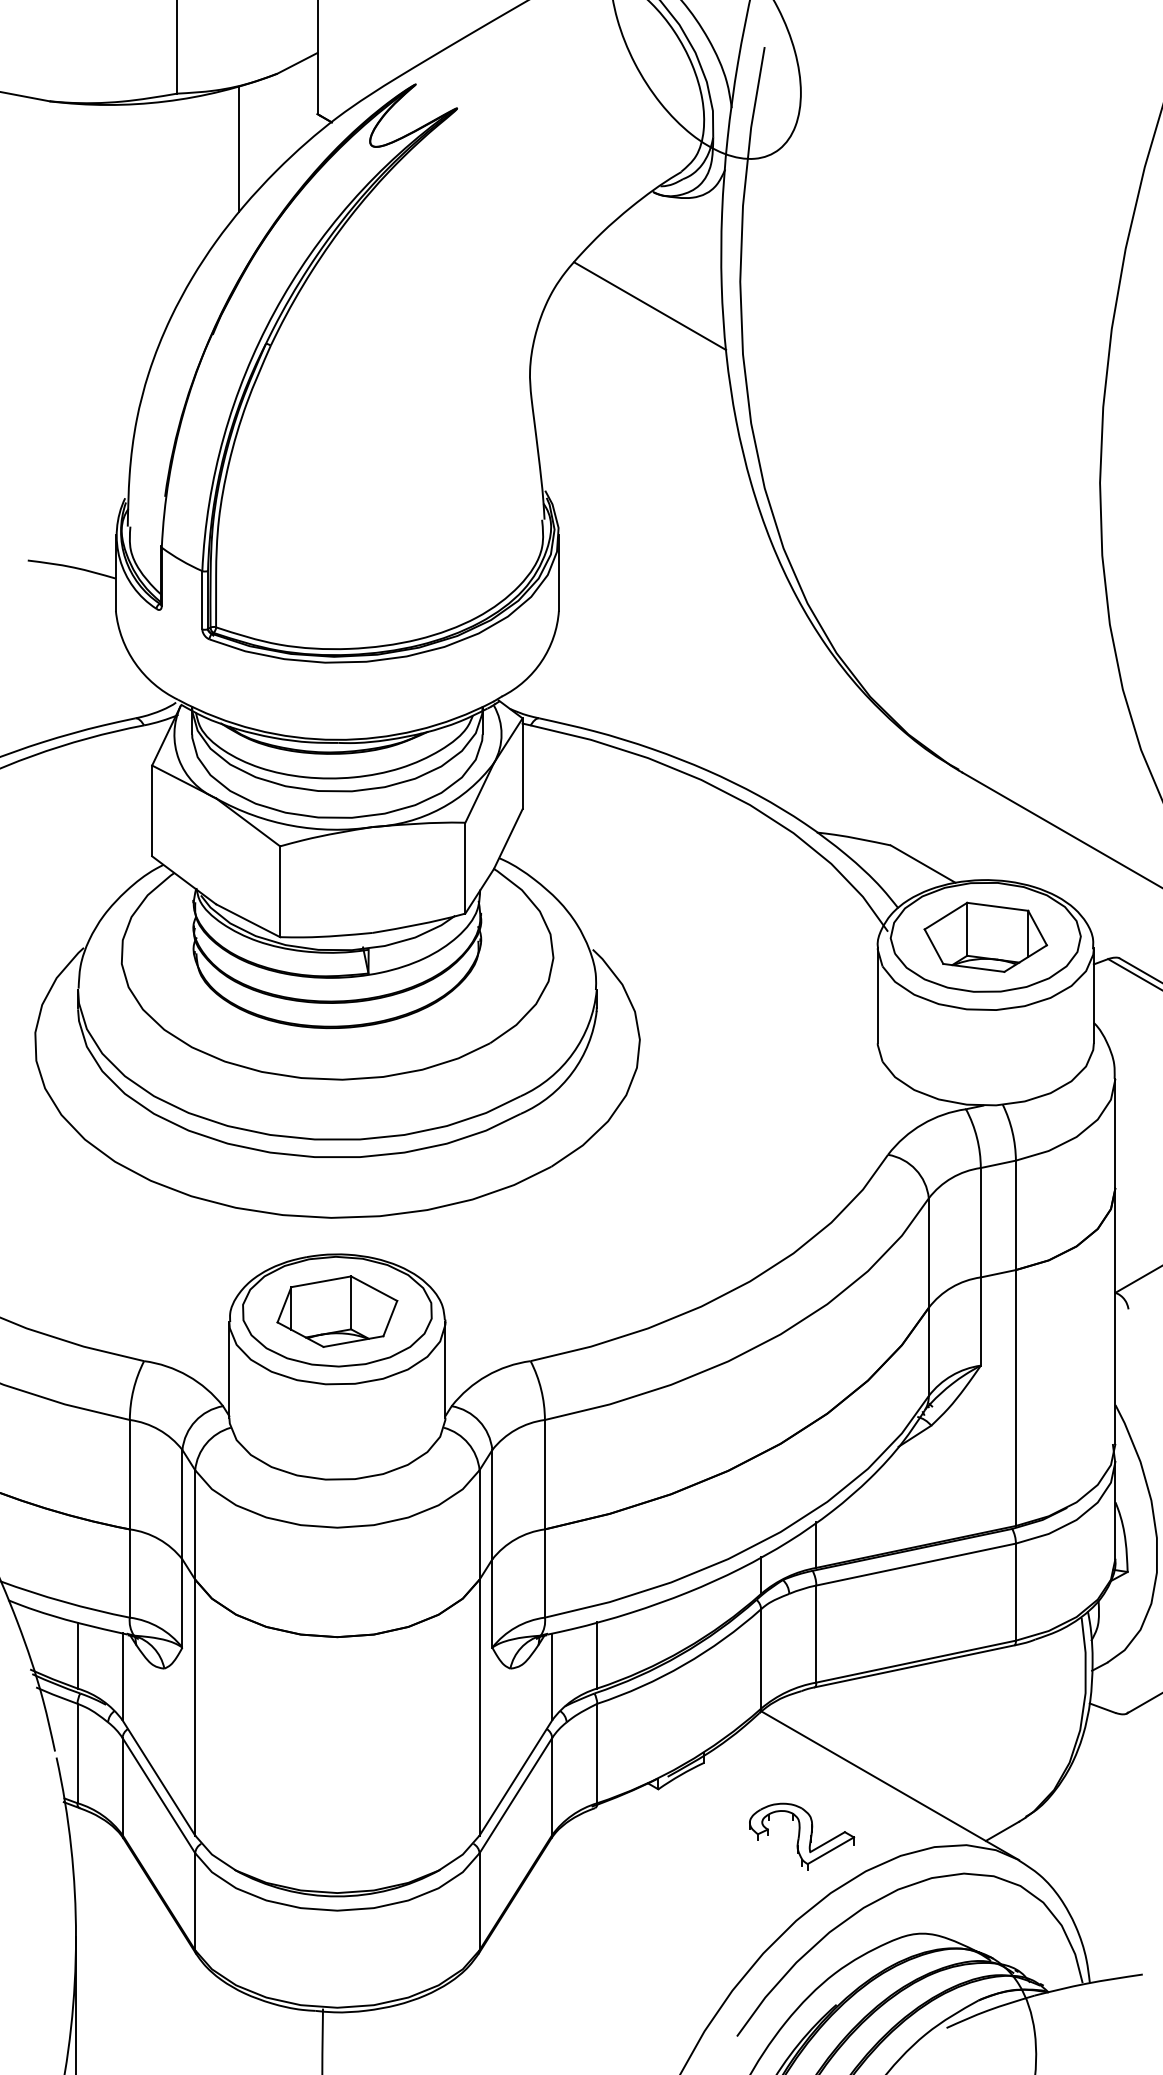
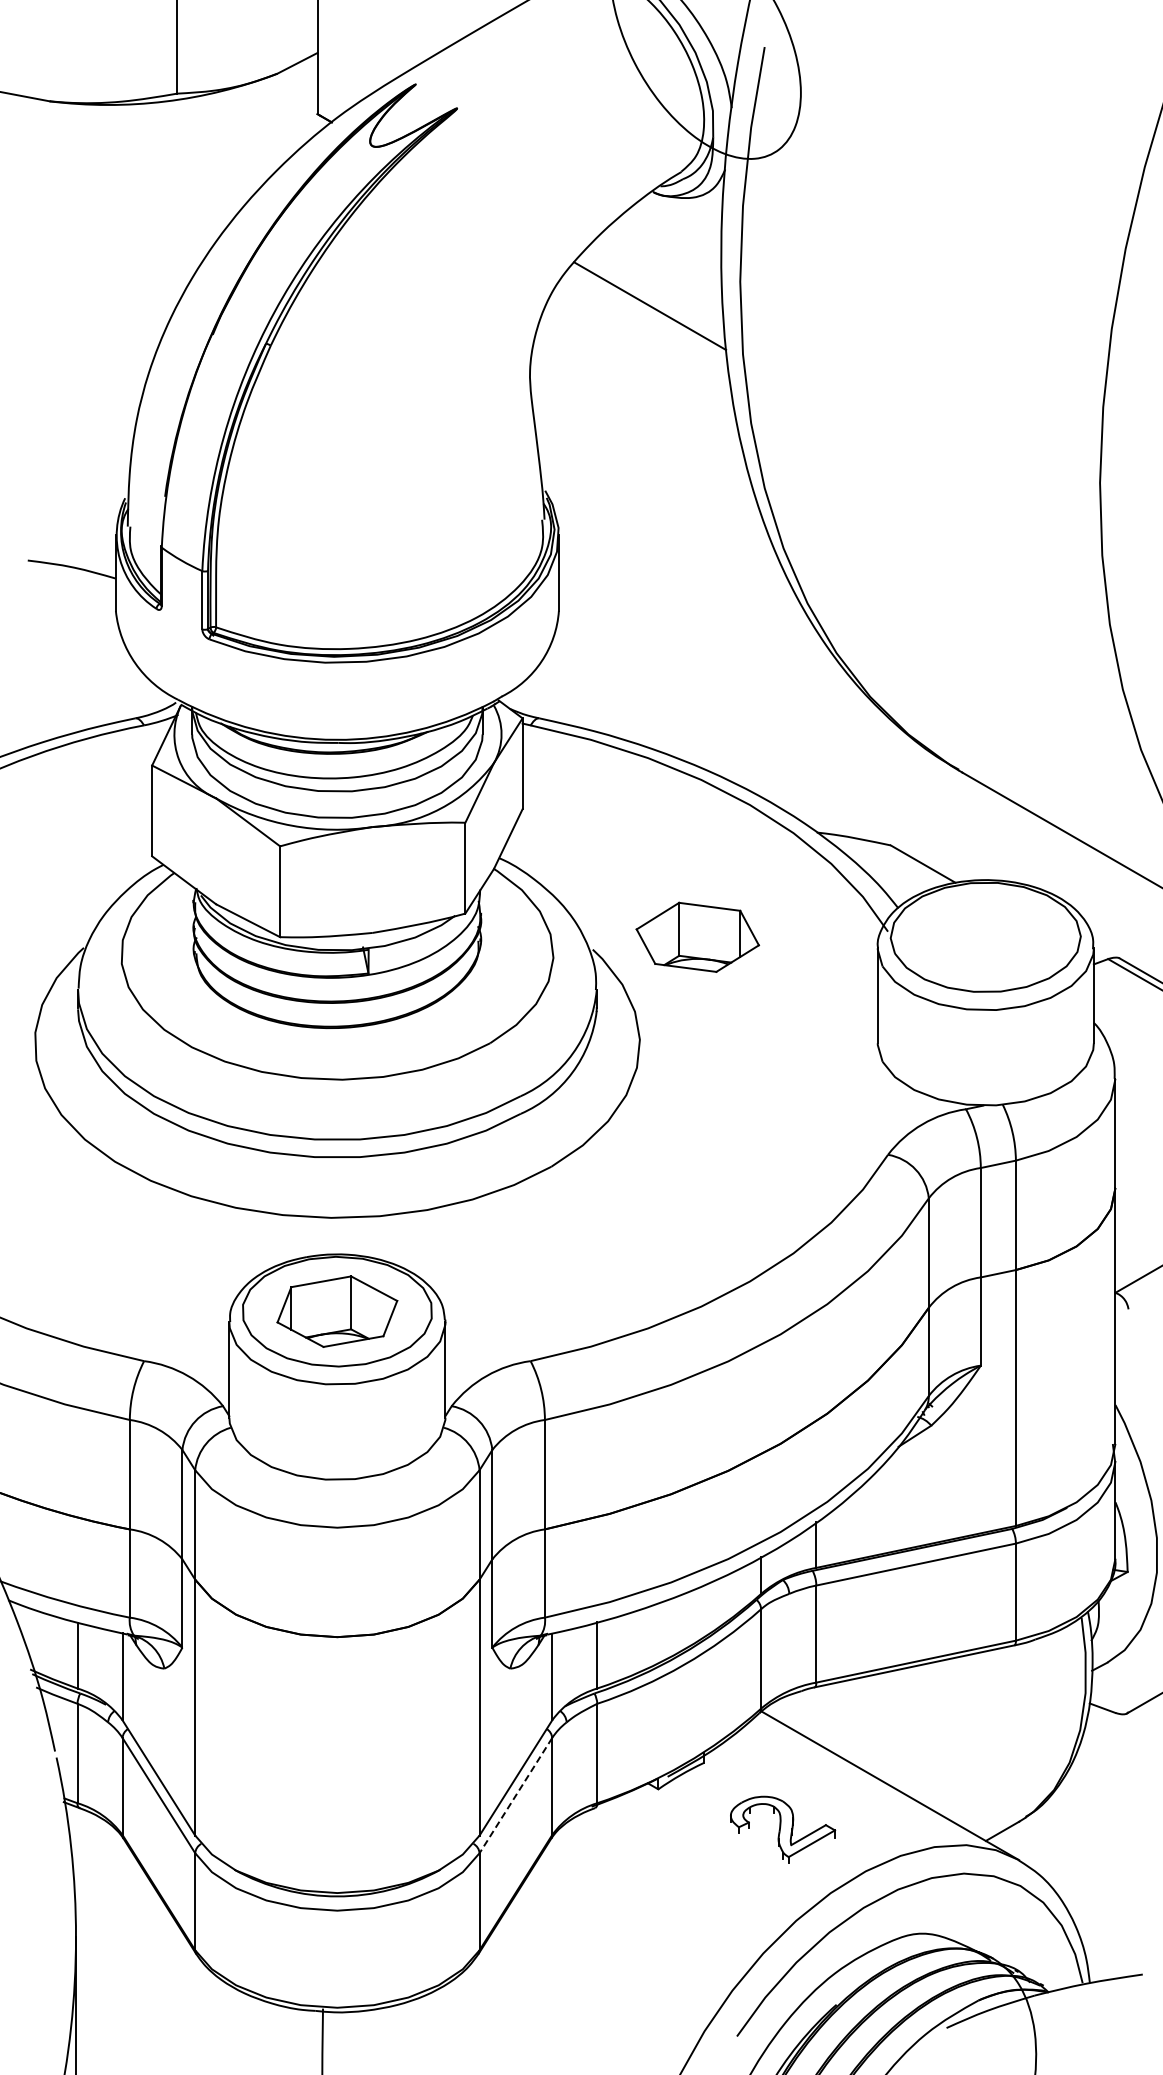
line at (239, 149): present -> none
part at (985, 936) position: (985, 936) -> (697, 936)
line at (515, 1796): solid -> dashed
part at (802, 1836) position: (802, 1836) -> (783, 1829)
